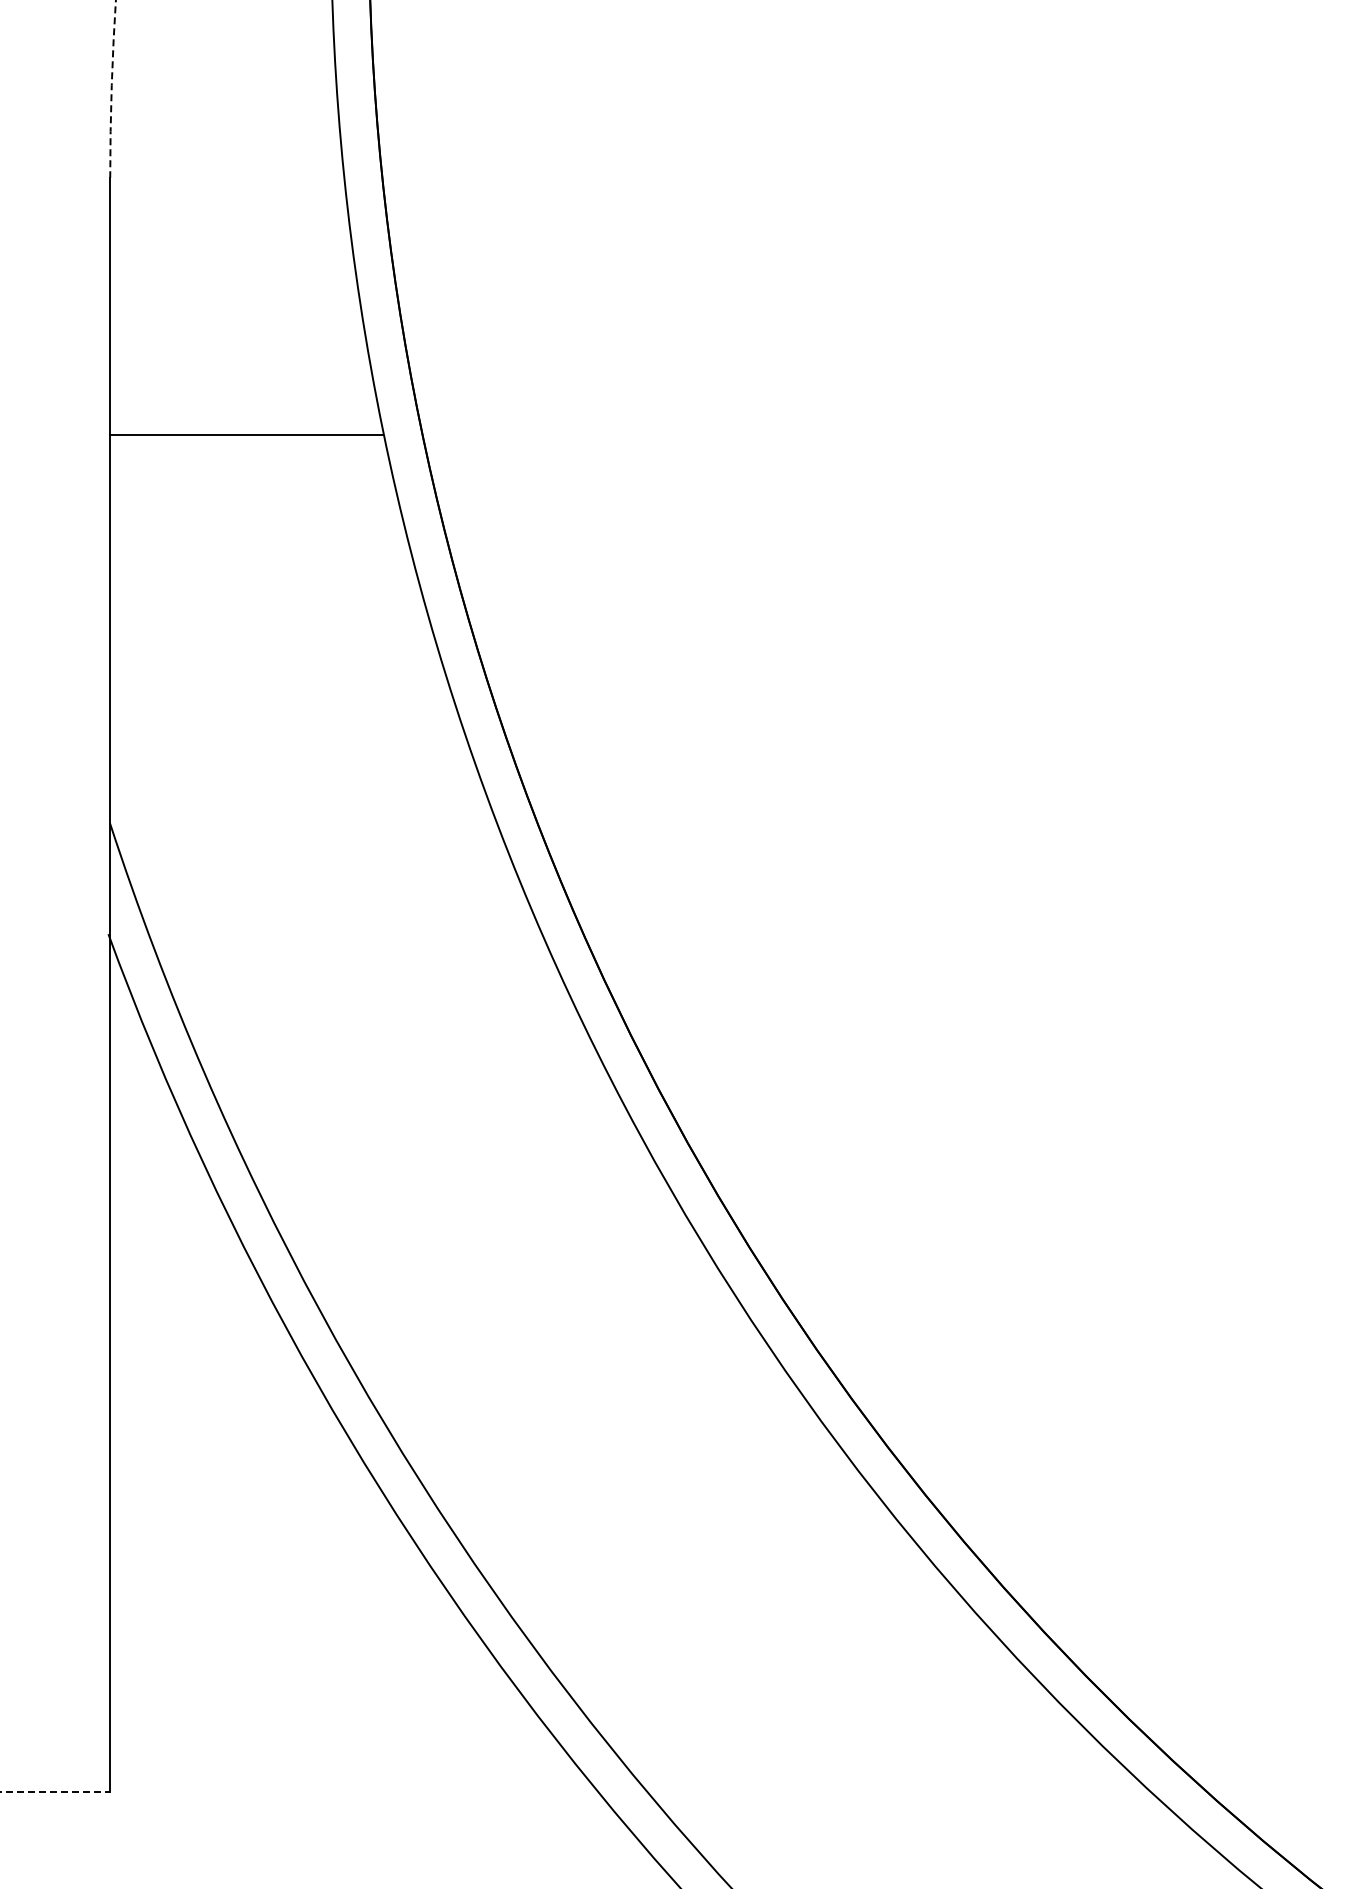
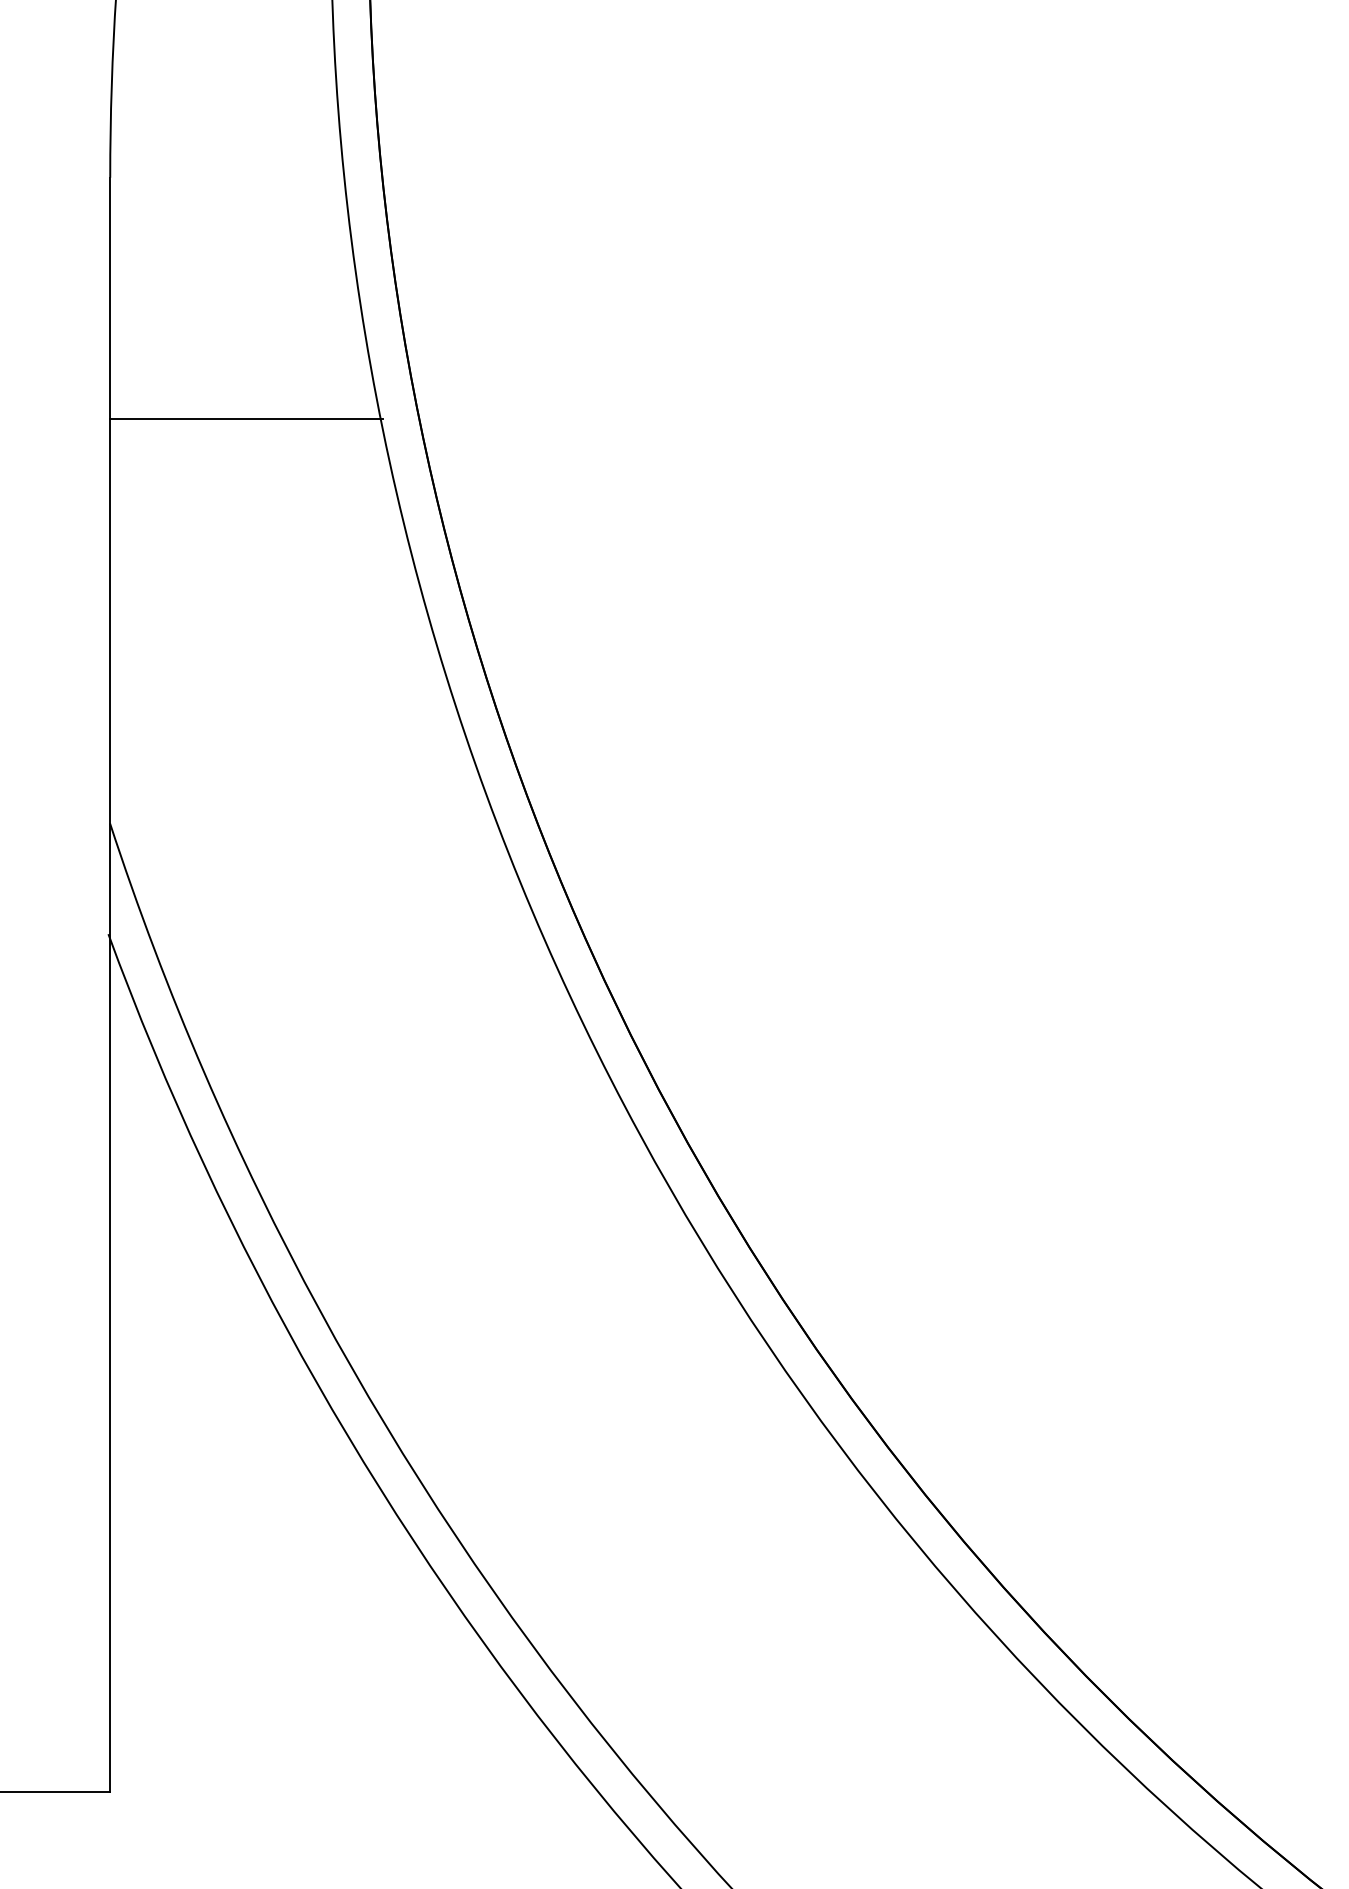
arc at (111, 88): dashed -> solid
line at (246, 434) position: (246, 434) -> (246, 418)
line at (55, 1792): dashed -> solid
